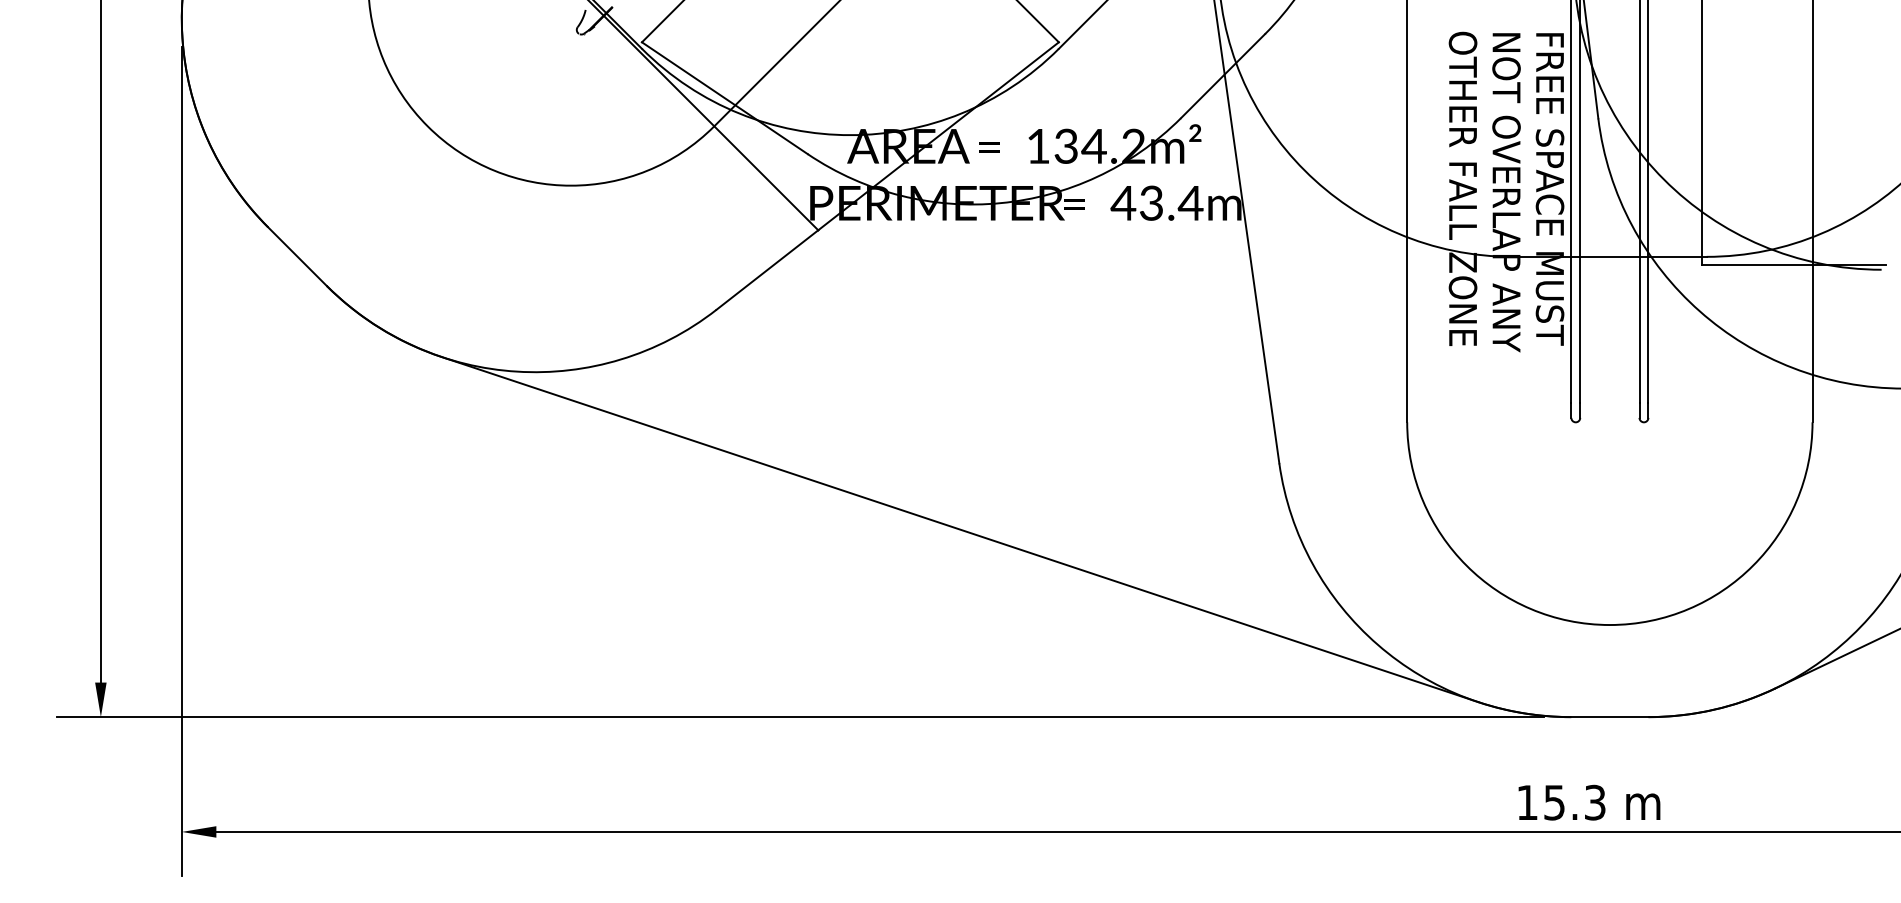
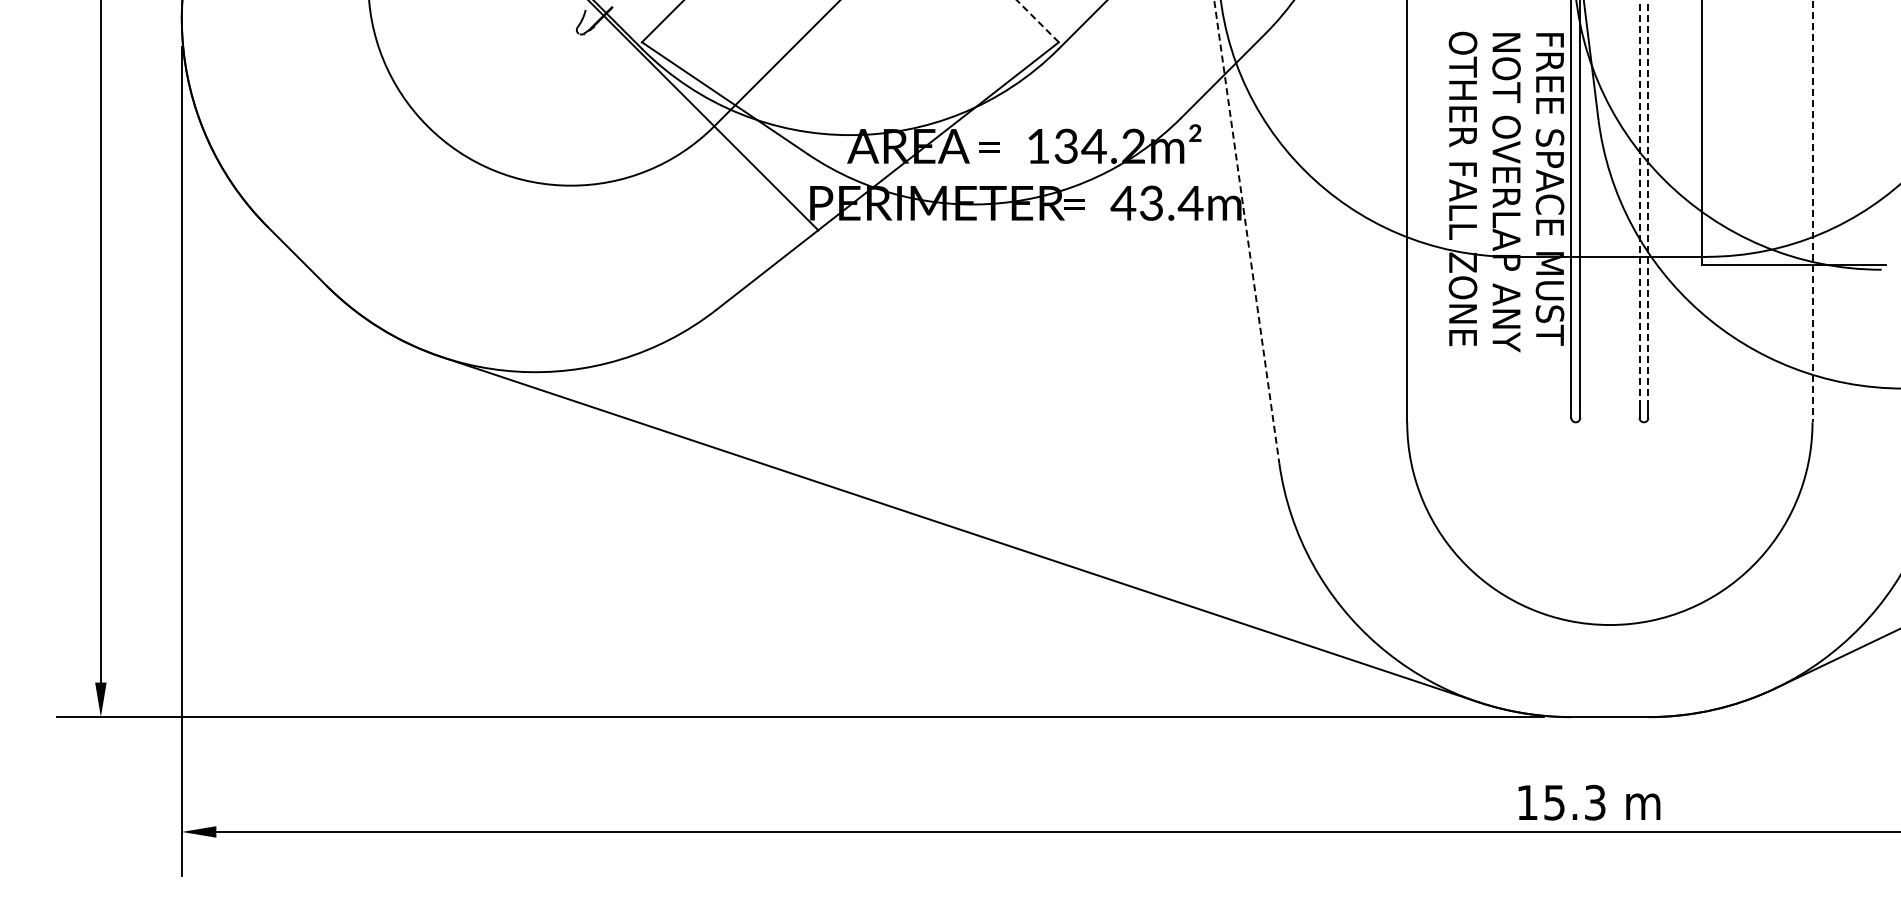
line at (1037, 21): solid -> dashed
line at (1639, 202): solid -> dashed
line at (1648, 202): solid -> dashed
line at (1812, 211): solid -> dashed
line at (1246, 231): solid -> dashed
